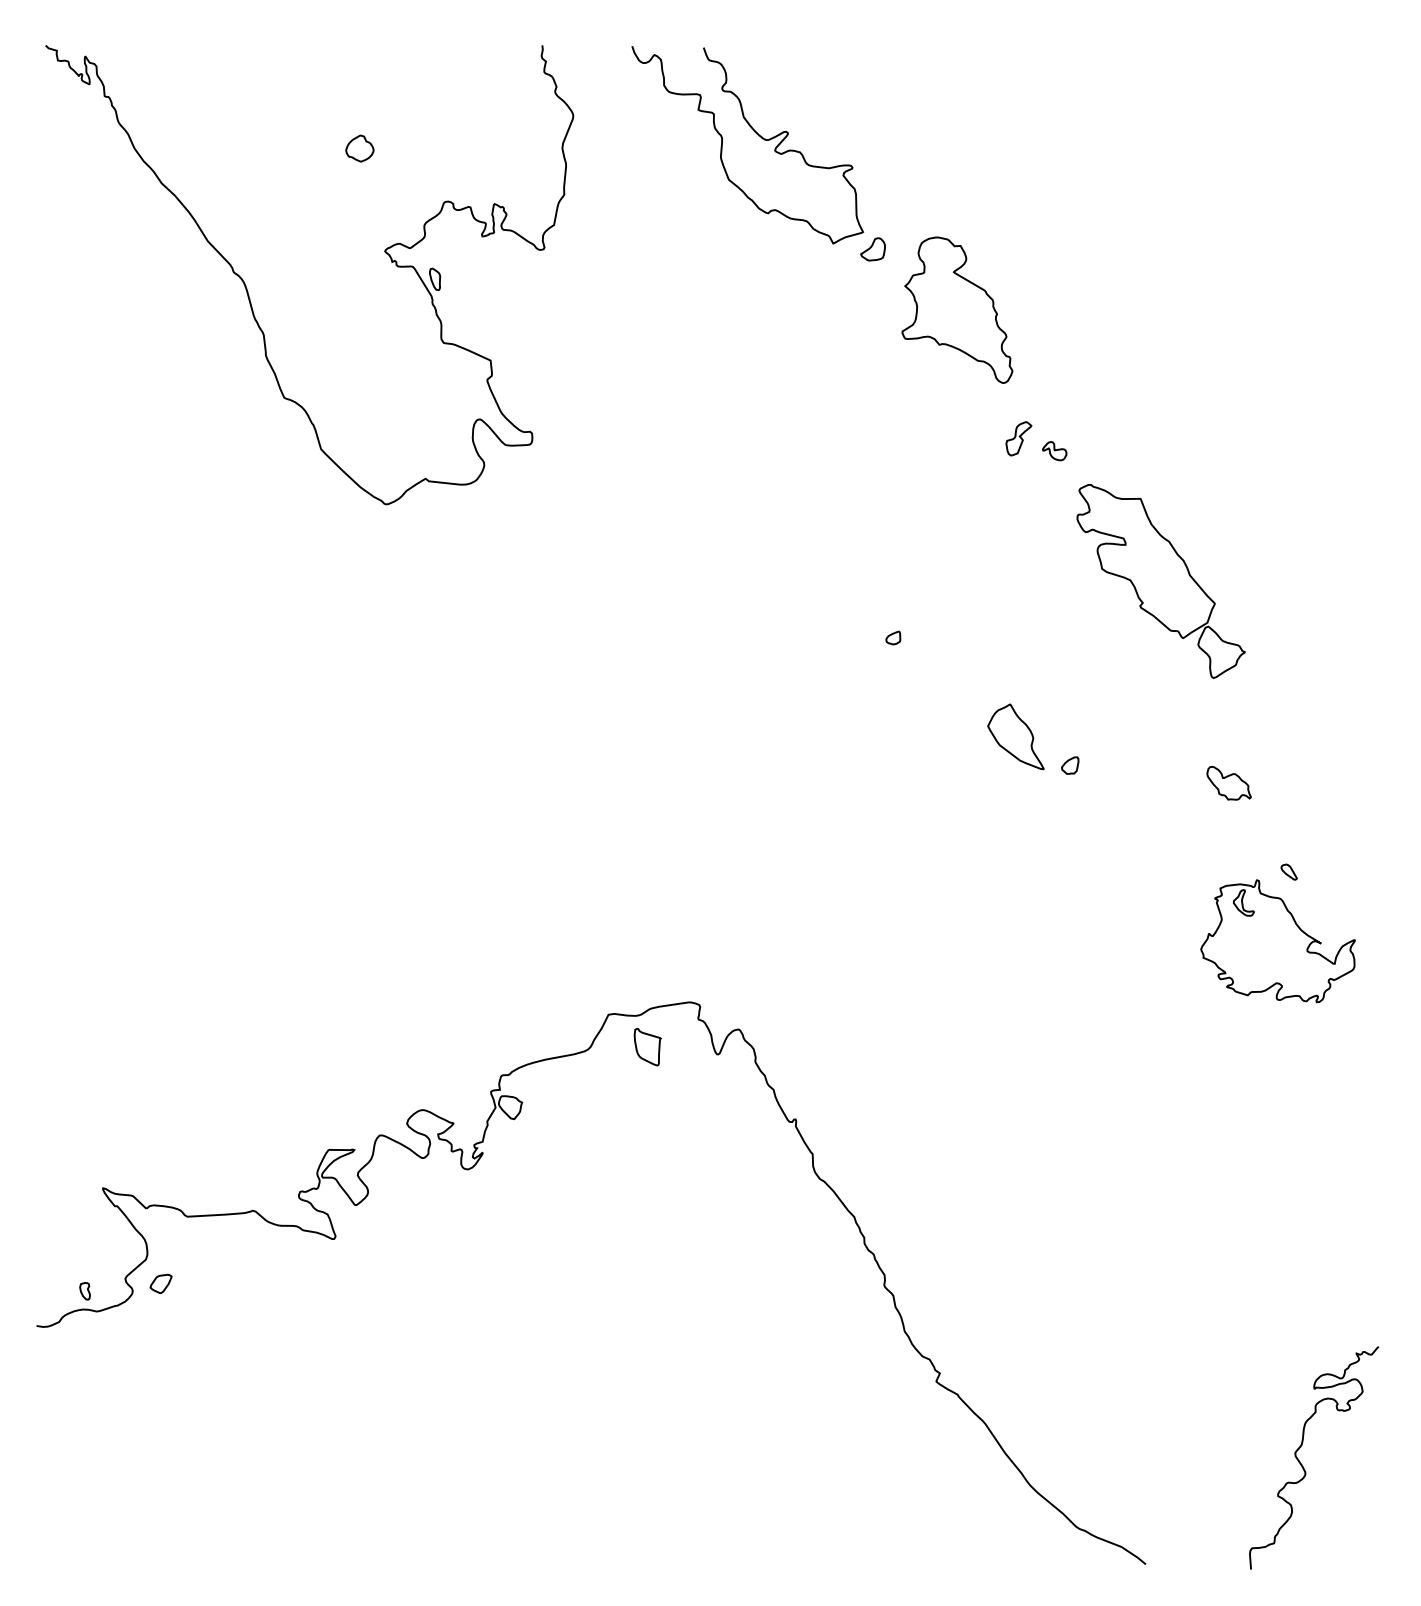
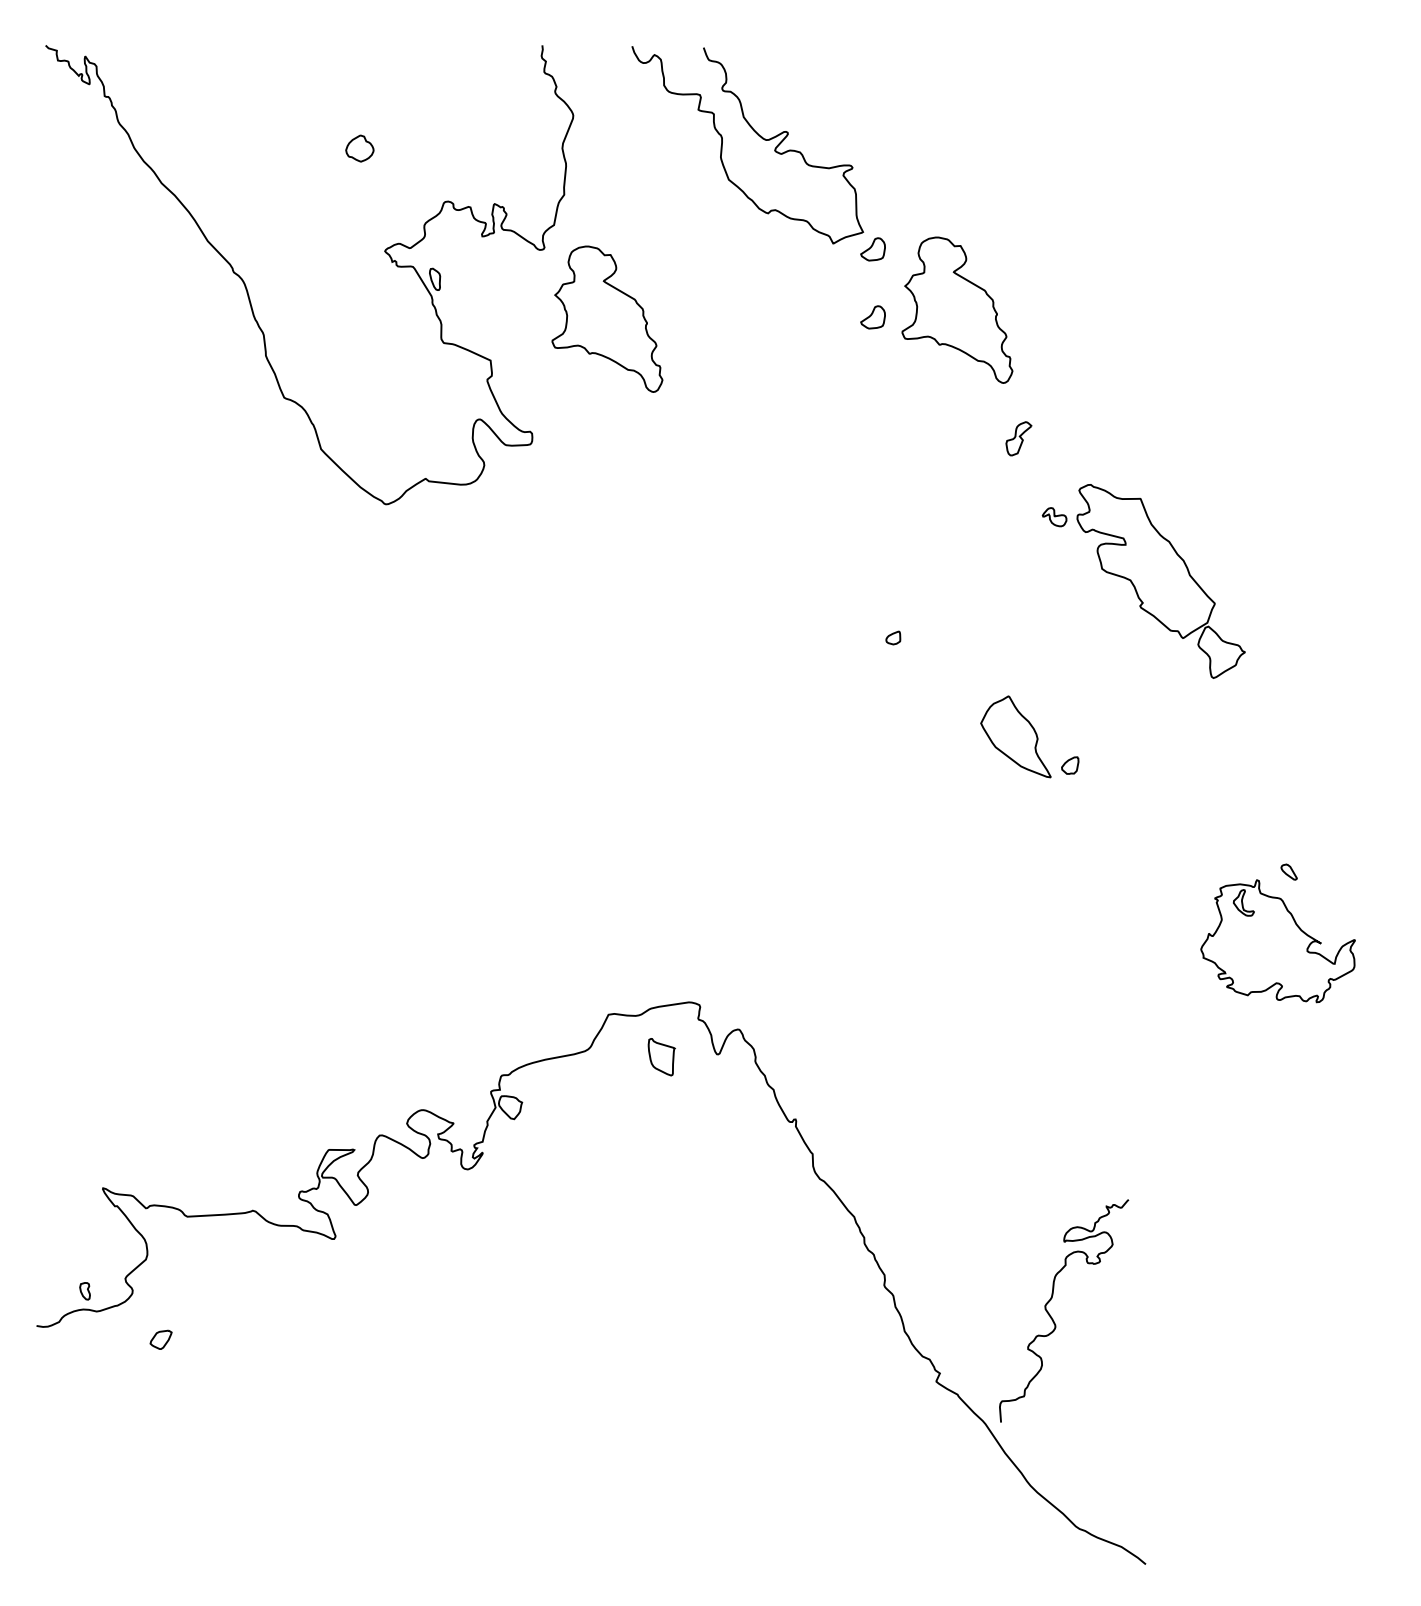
part at (872, 317): none -> present
part at (607, 318): none -> present
part at (1054, 451) position: (1054, 451) -> (1054, 517)
part at (1015, 736) size: 58x68 px -> 72x84 px
part at (1228, 782): present -> none
part at (647, 1047) position: (647, 1047) -> (661, 1057)
part at (160, 1283) position: (160, 1283) -> (160, 1339)
curve at (1302, 1464) position: (1302, 1464) -> (1052, 1317)
